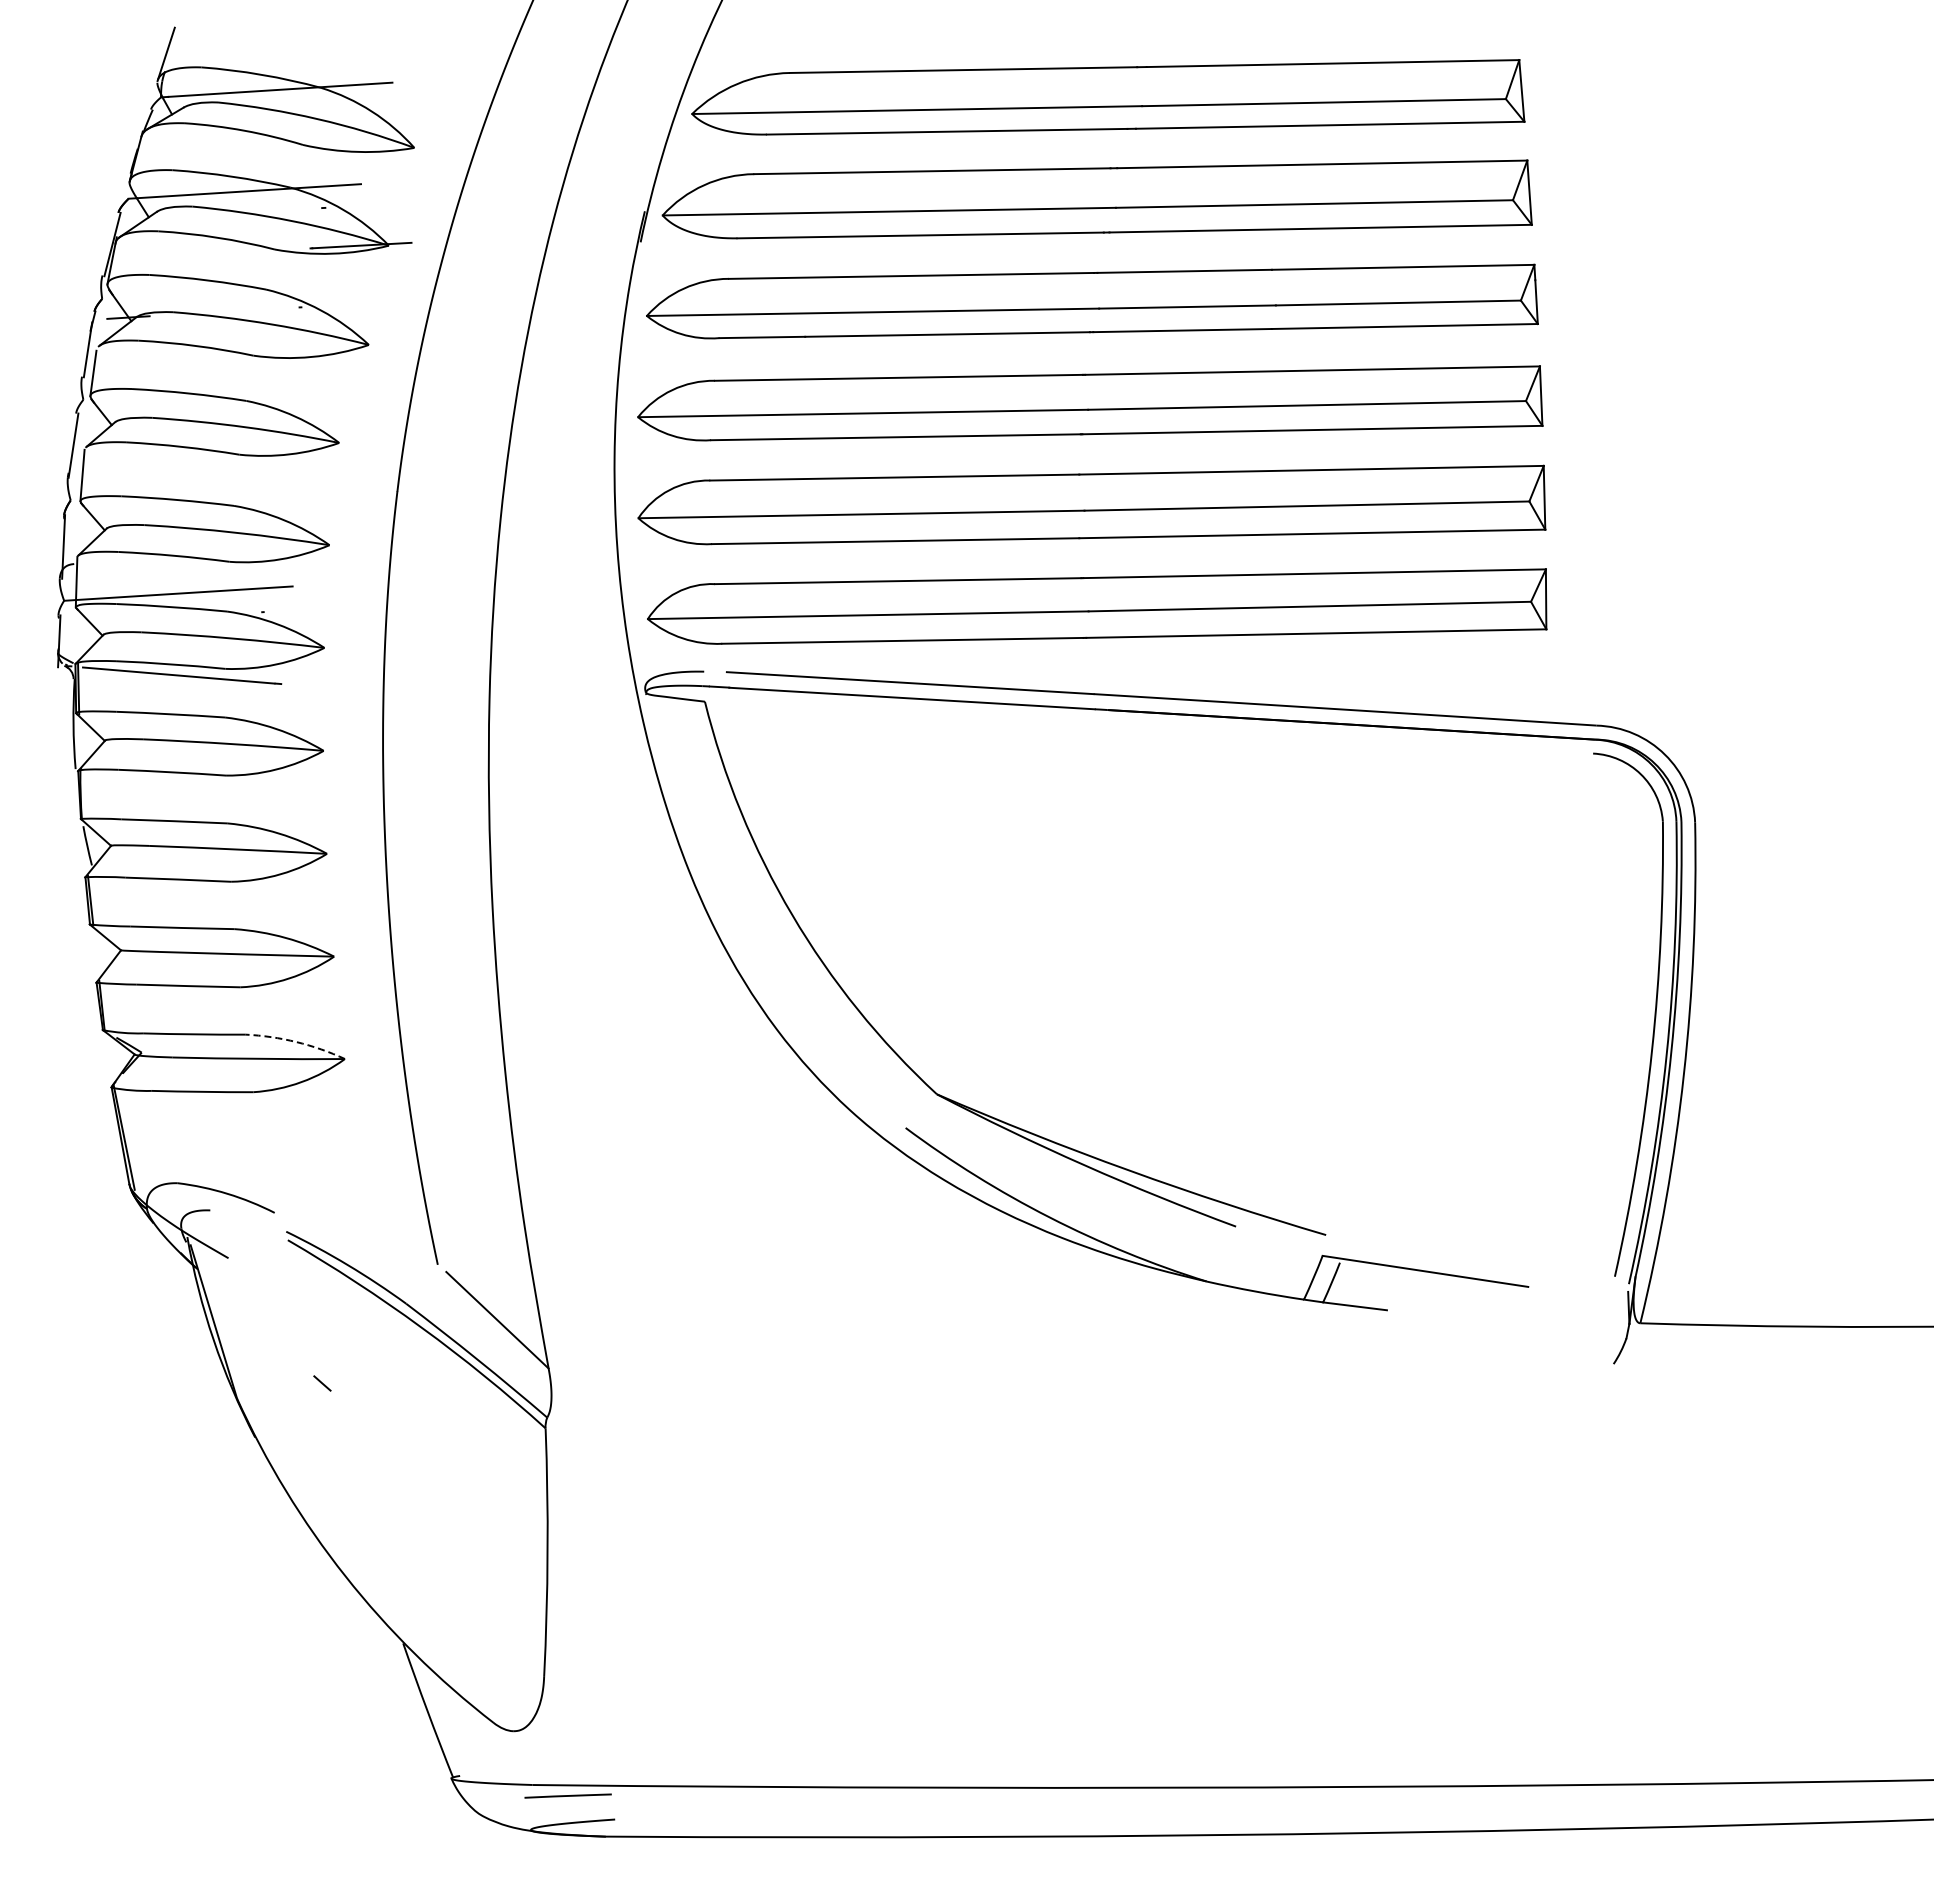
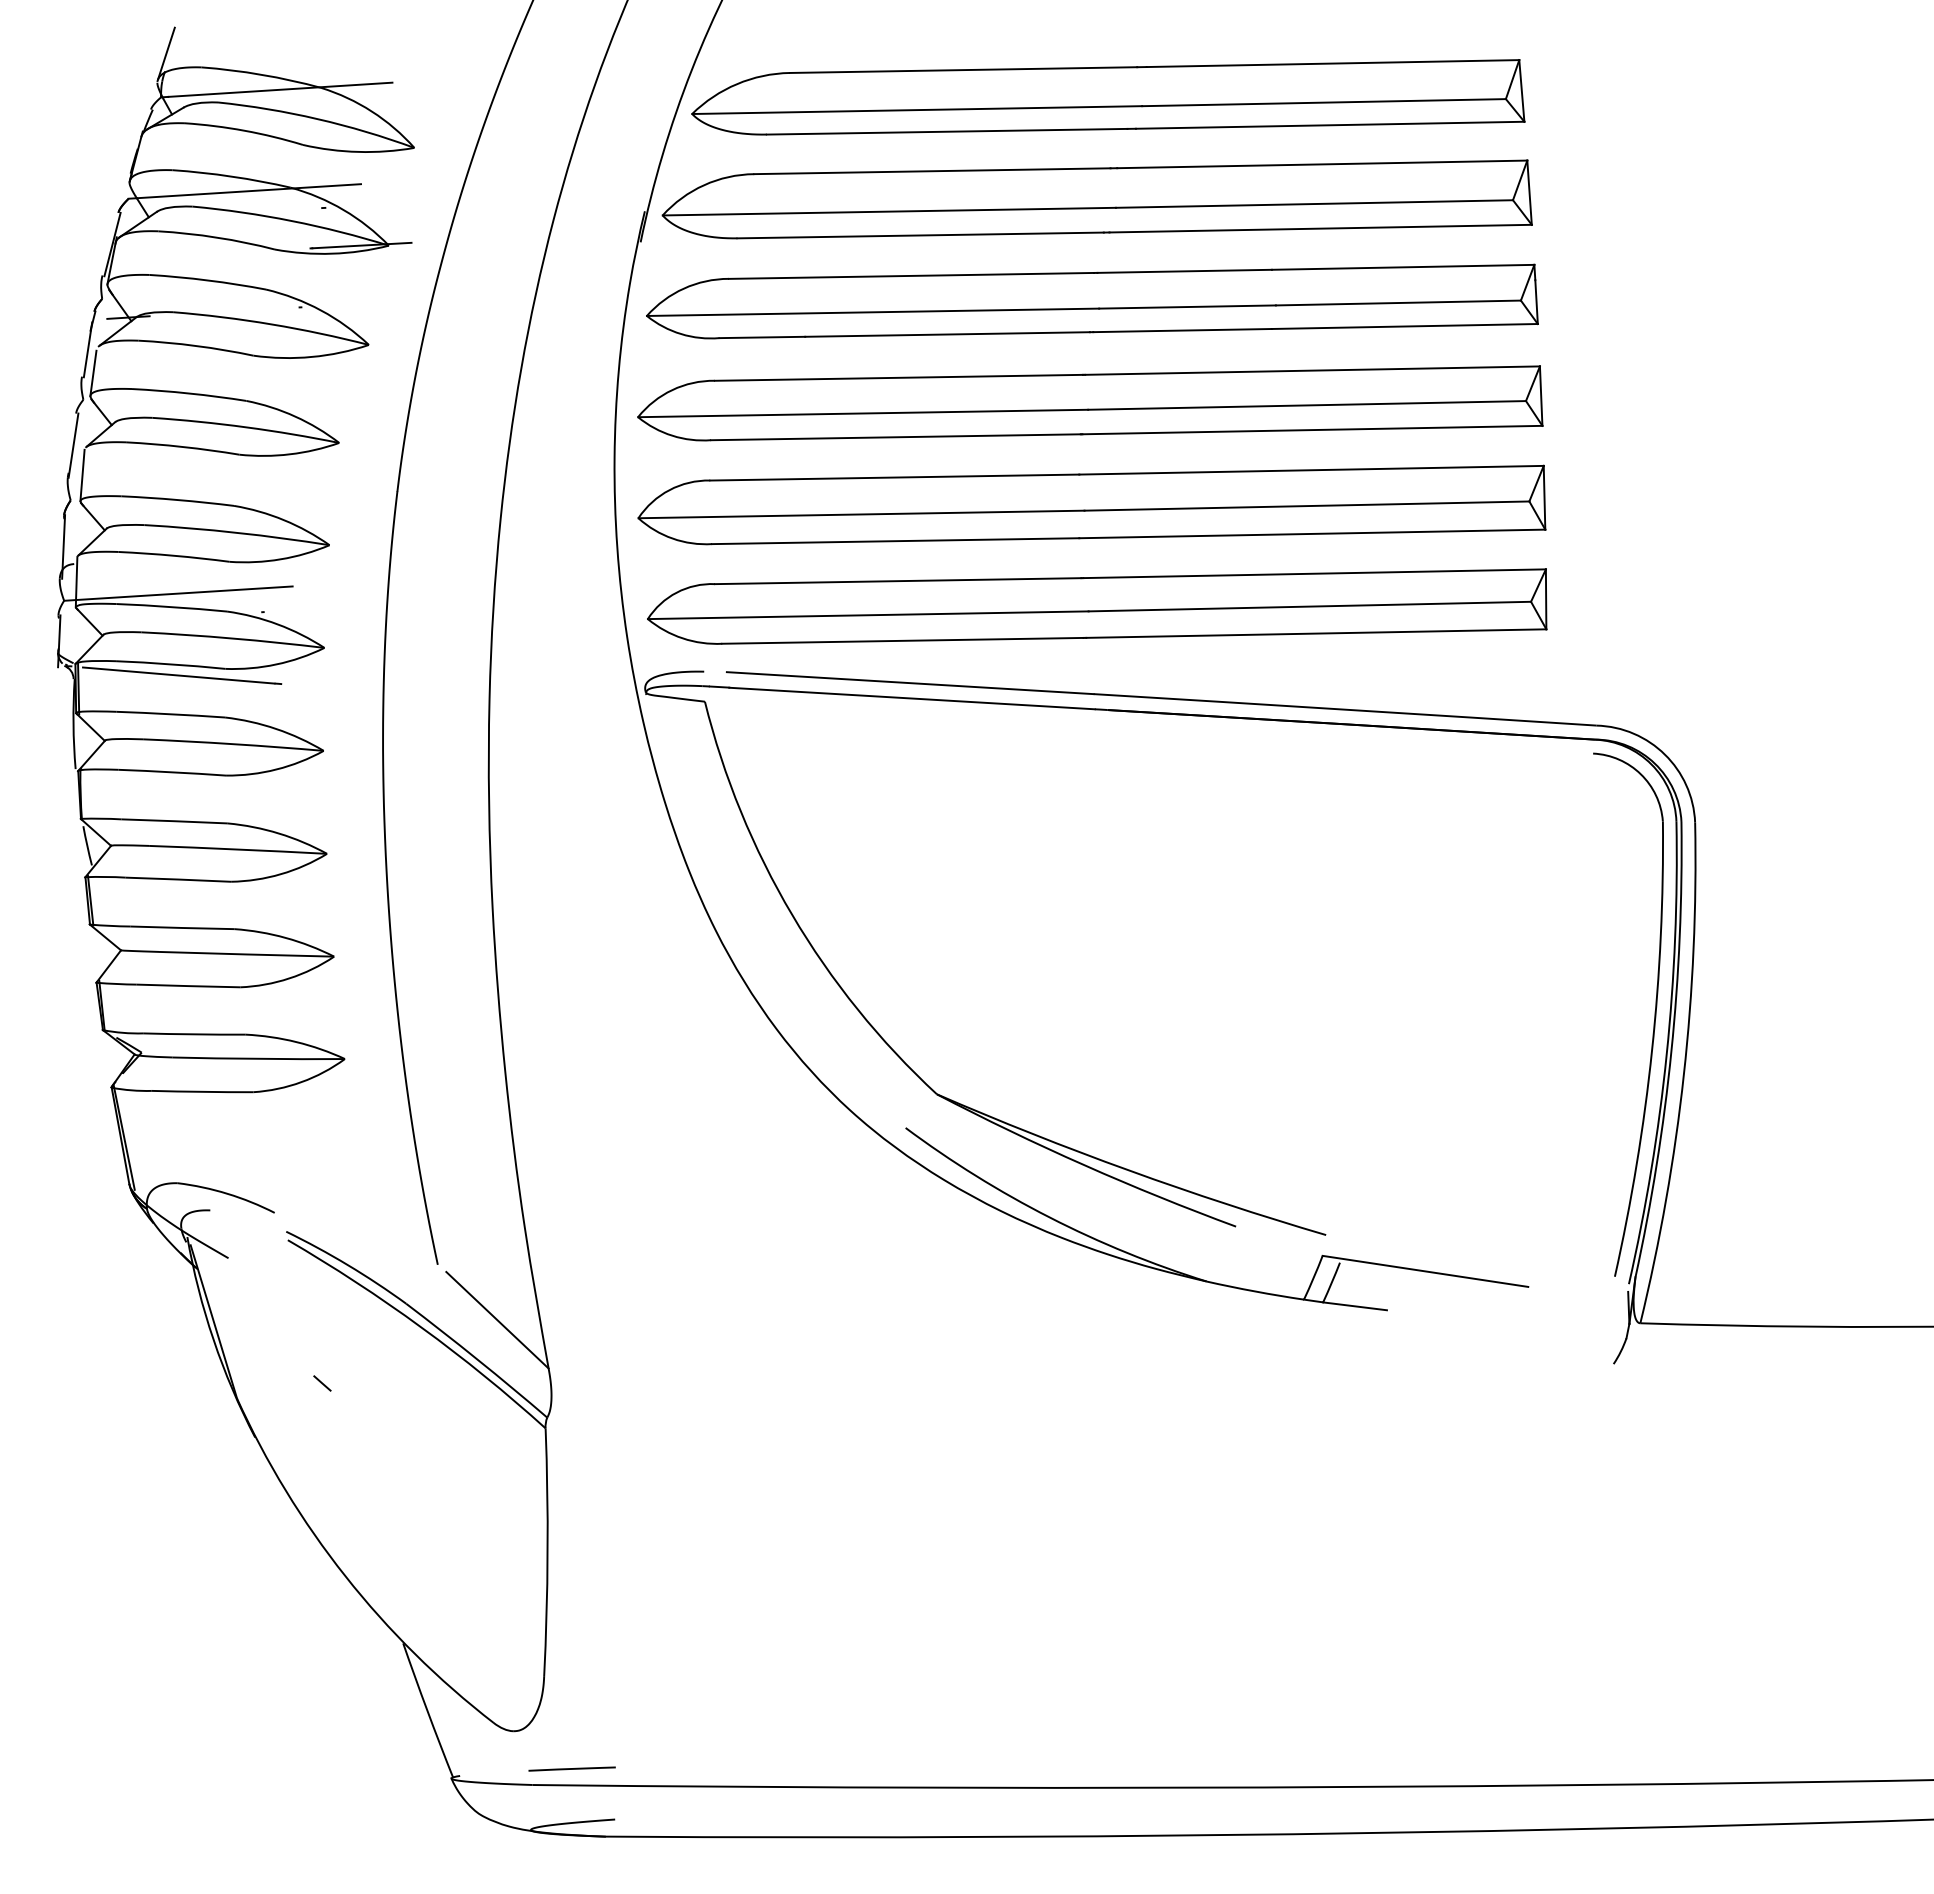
arc at (296, 1042): dashed -> solid
line at (567, 1795) position: (567, 1795) -> (571, 1768)
